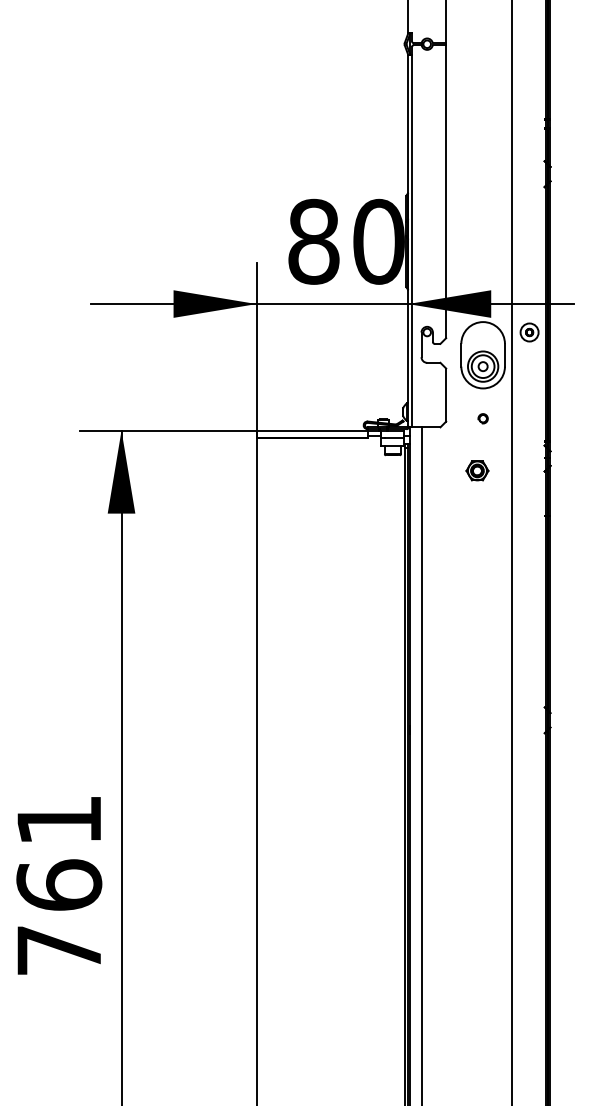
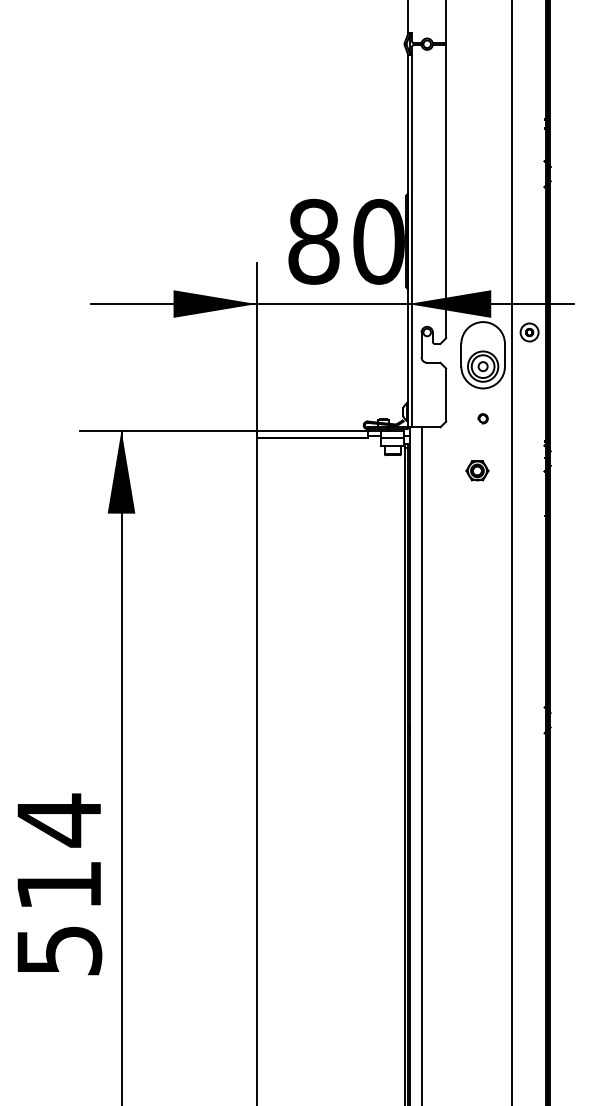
text at (59, 884): 761 -> 514
